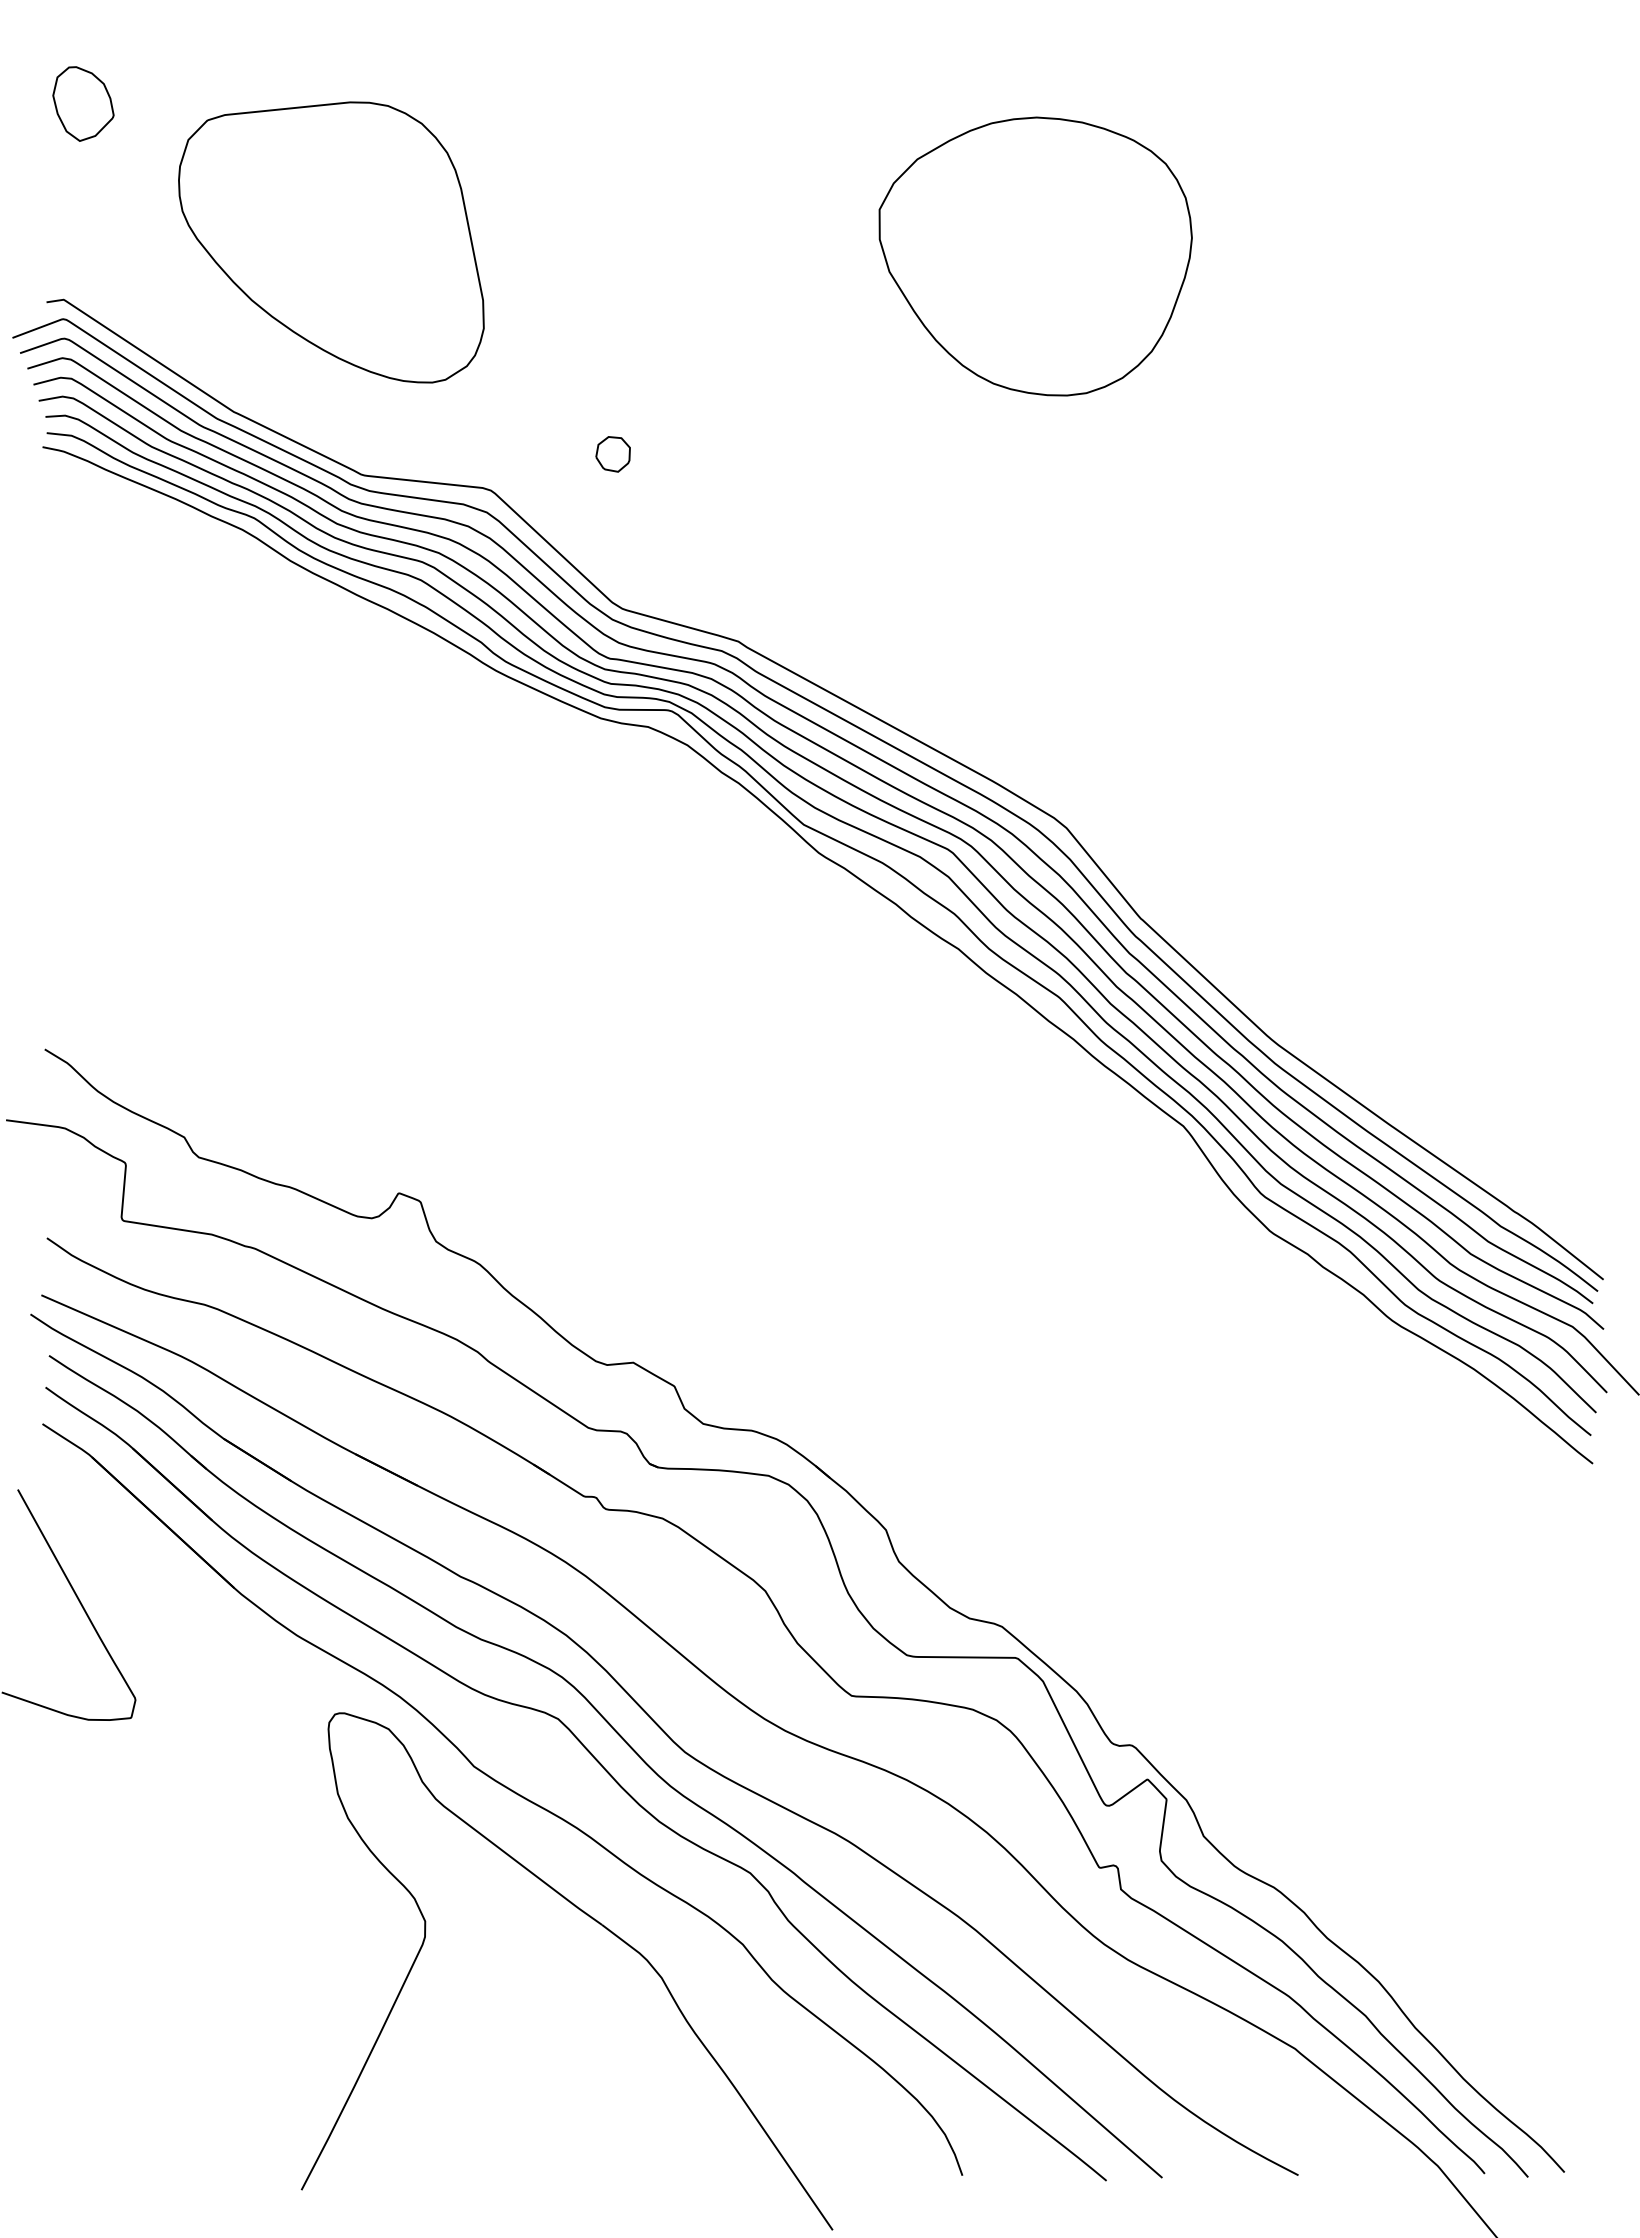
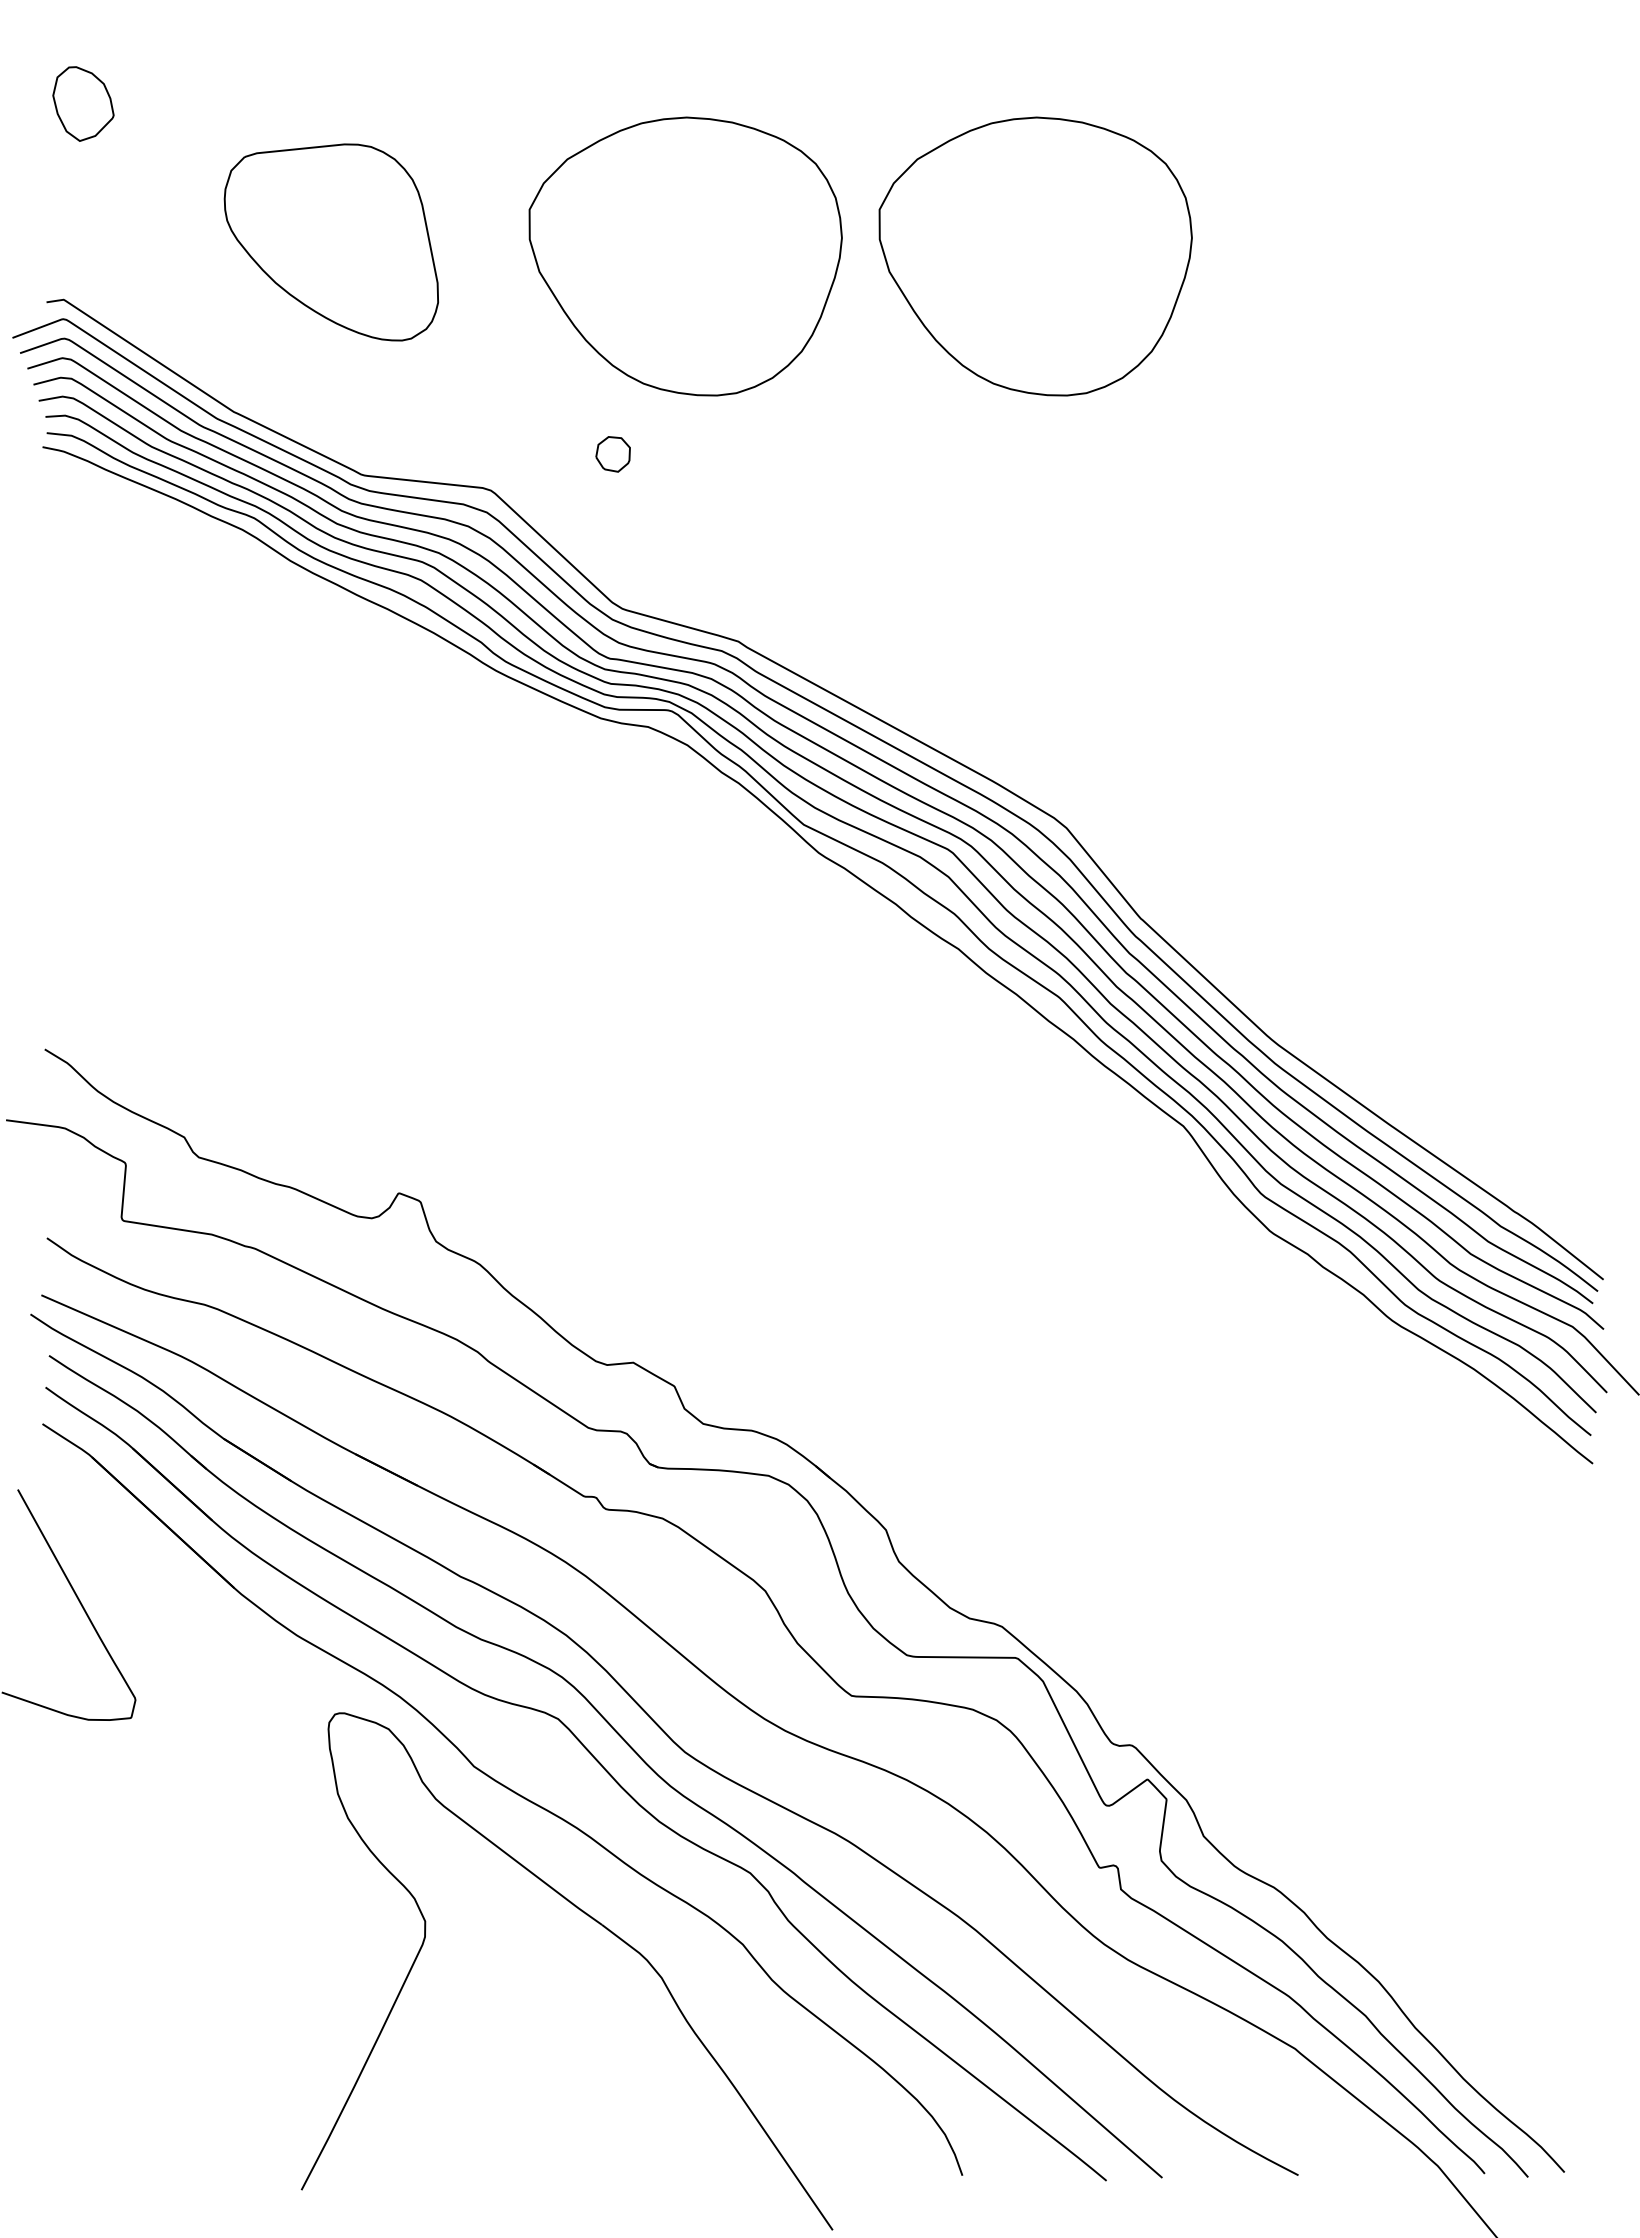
part at (331, 242) size: 307x283 px -> 216x199 px
part at (685, 256): none -> present
